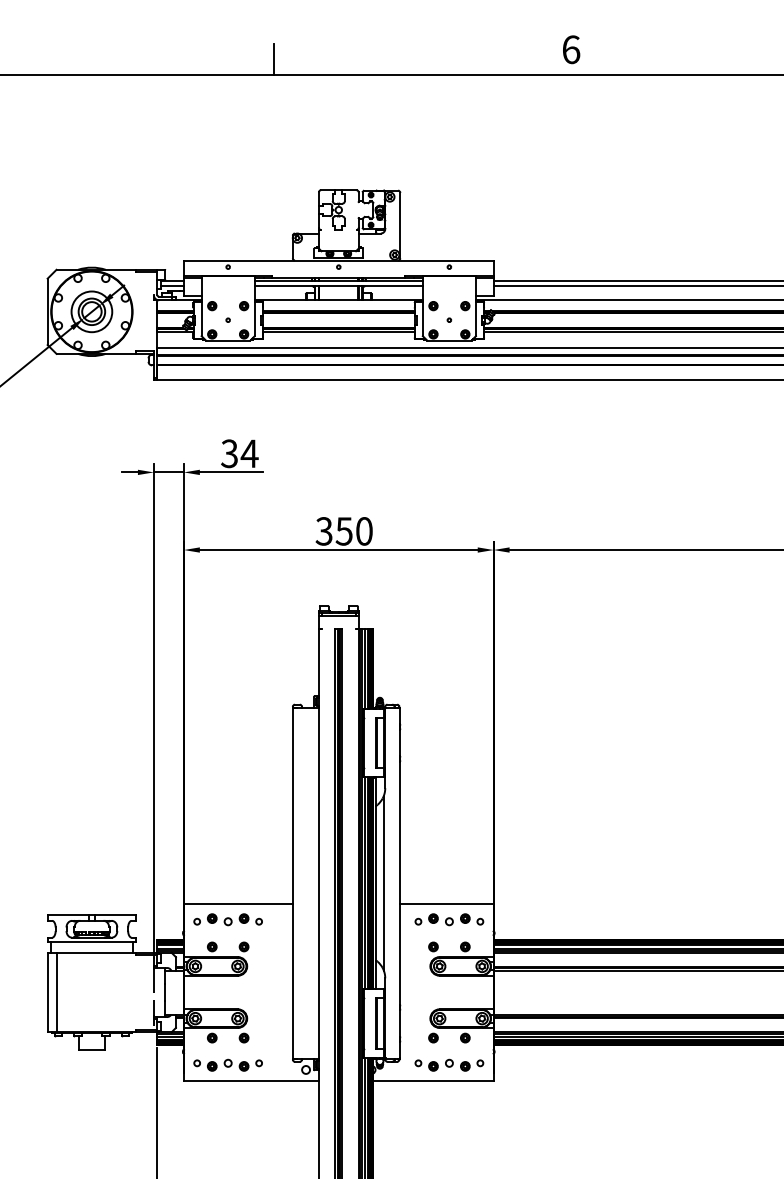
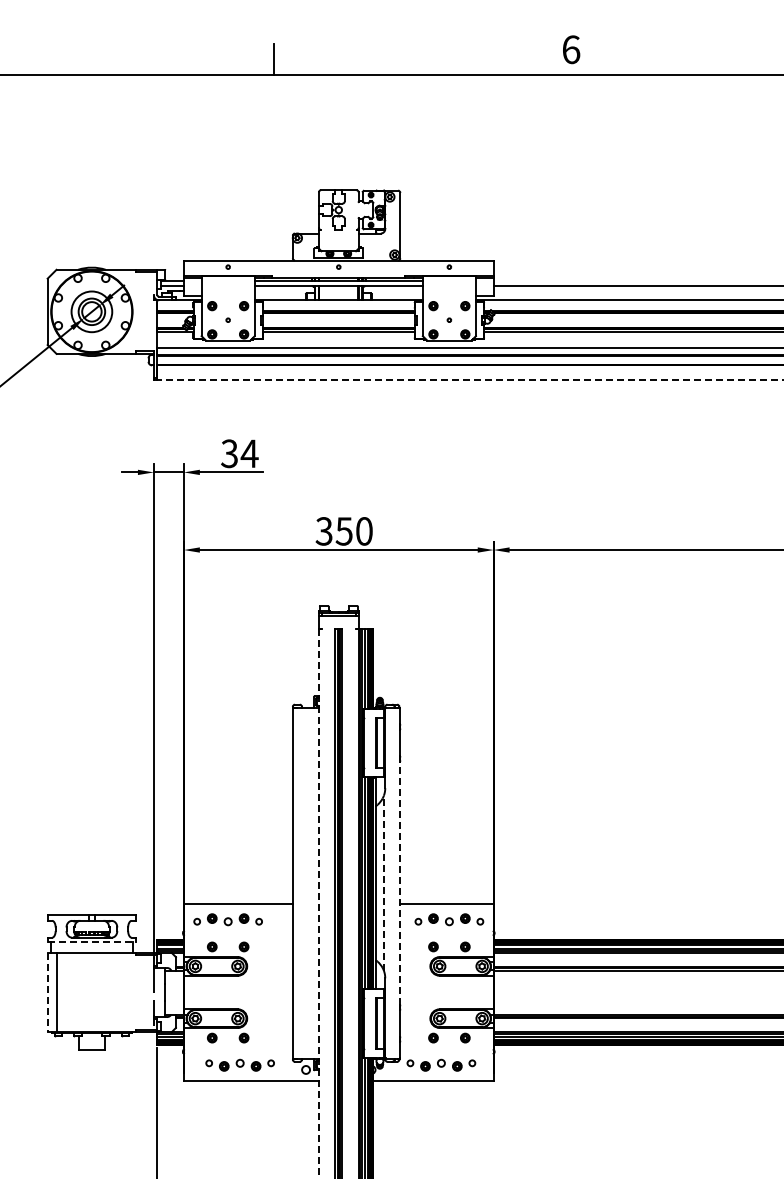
line at (636, 280): present -> none
line at (470, 379): solid -> dashed
line at (400, 882): solid -> dashed
line at (383, 883): solid -> dashed
line at (318, 903): solid -> dashed
line at (92, 942): solid -> dashed
line at (47, 992): solid -> dashed
part at (227, 1064) position: (227, 1064) -> (239, 1064)
part at (449, 1064) position: (449, 1064) -> (441, 1064)
